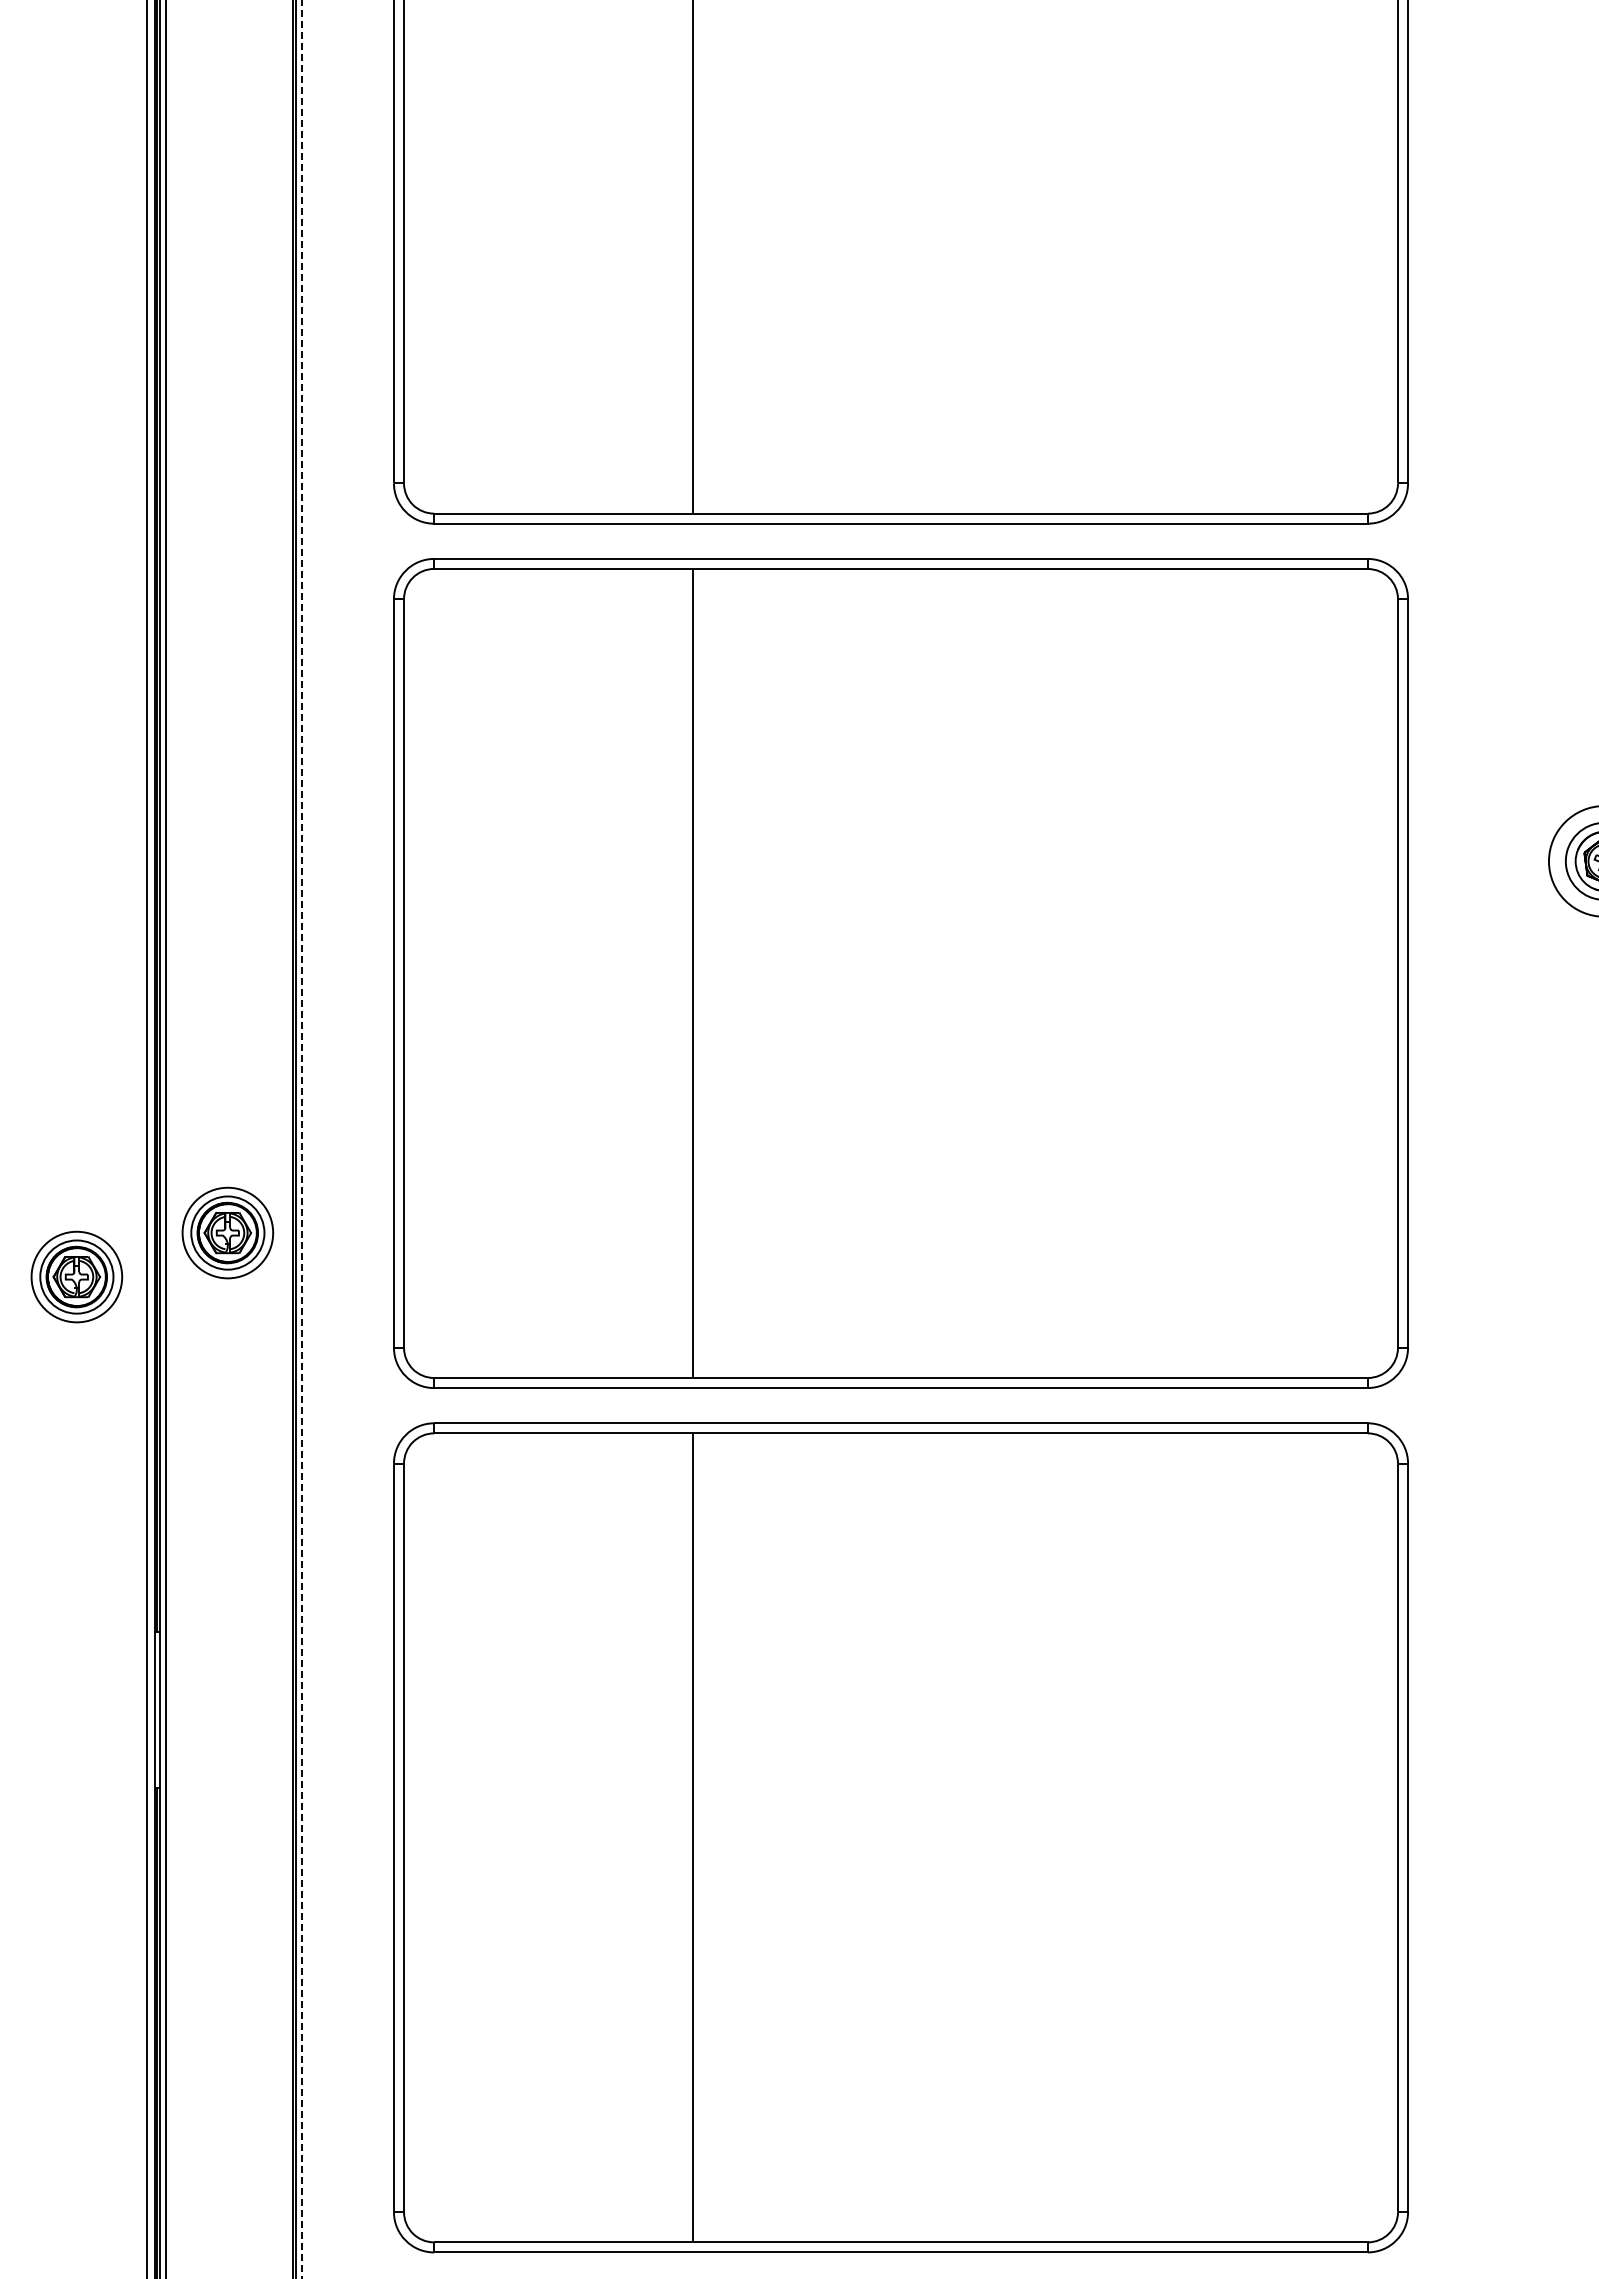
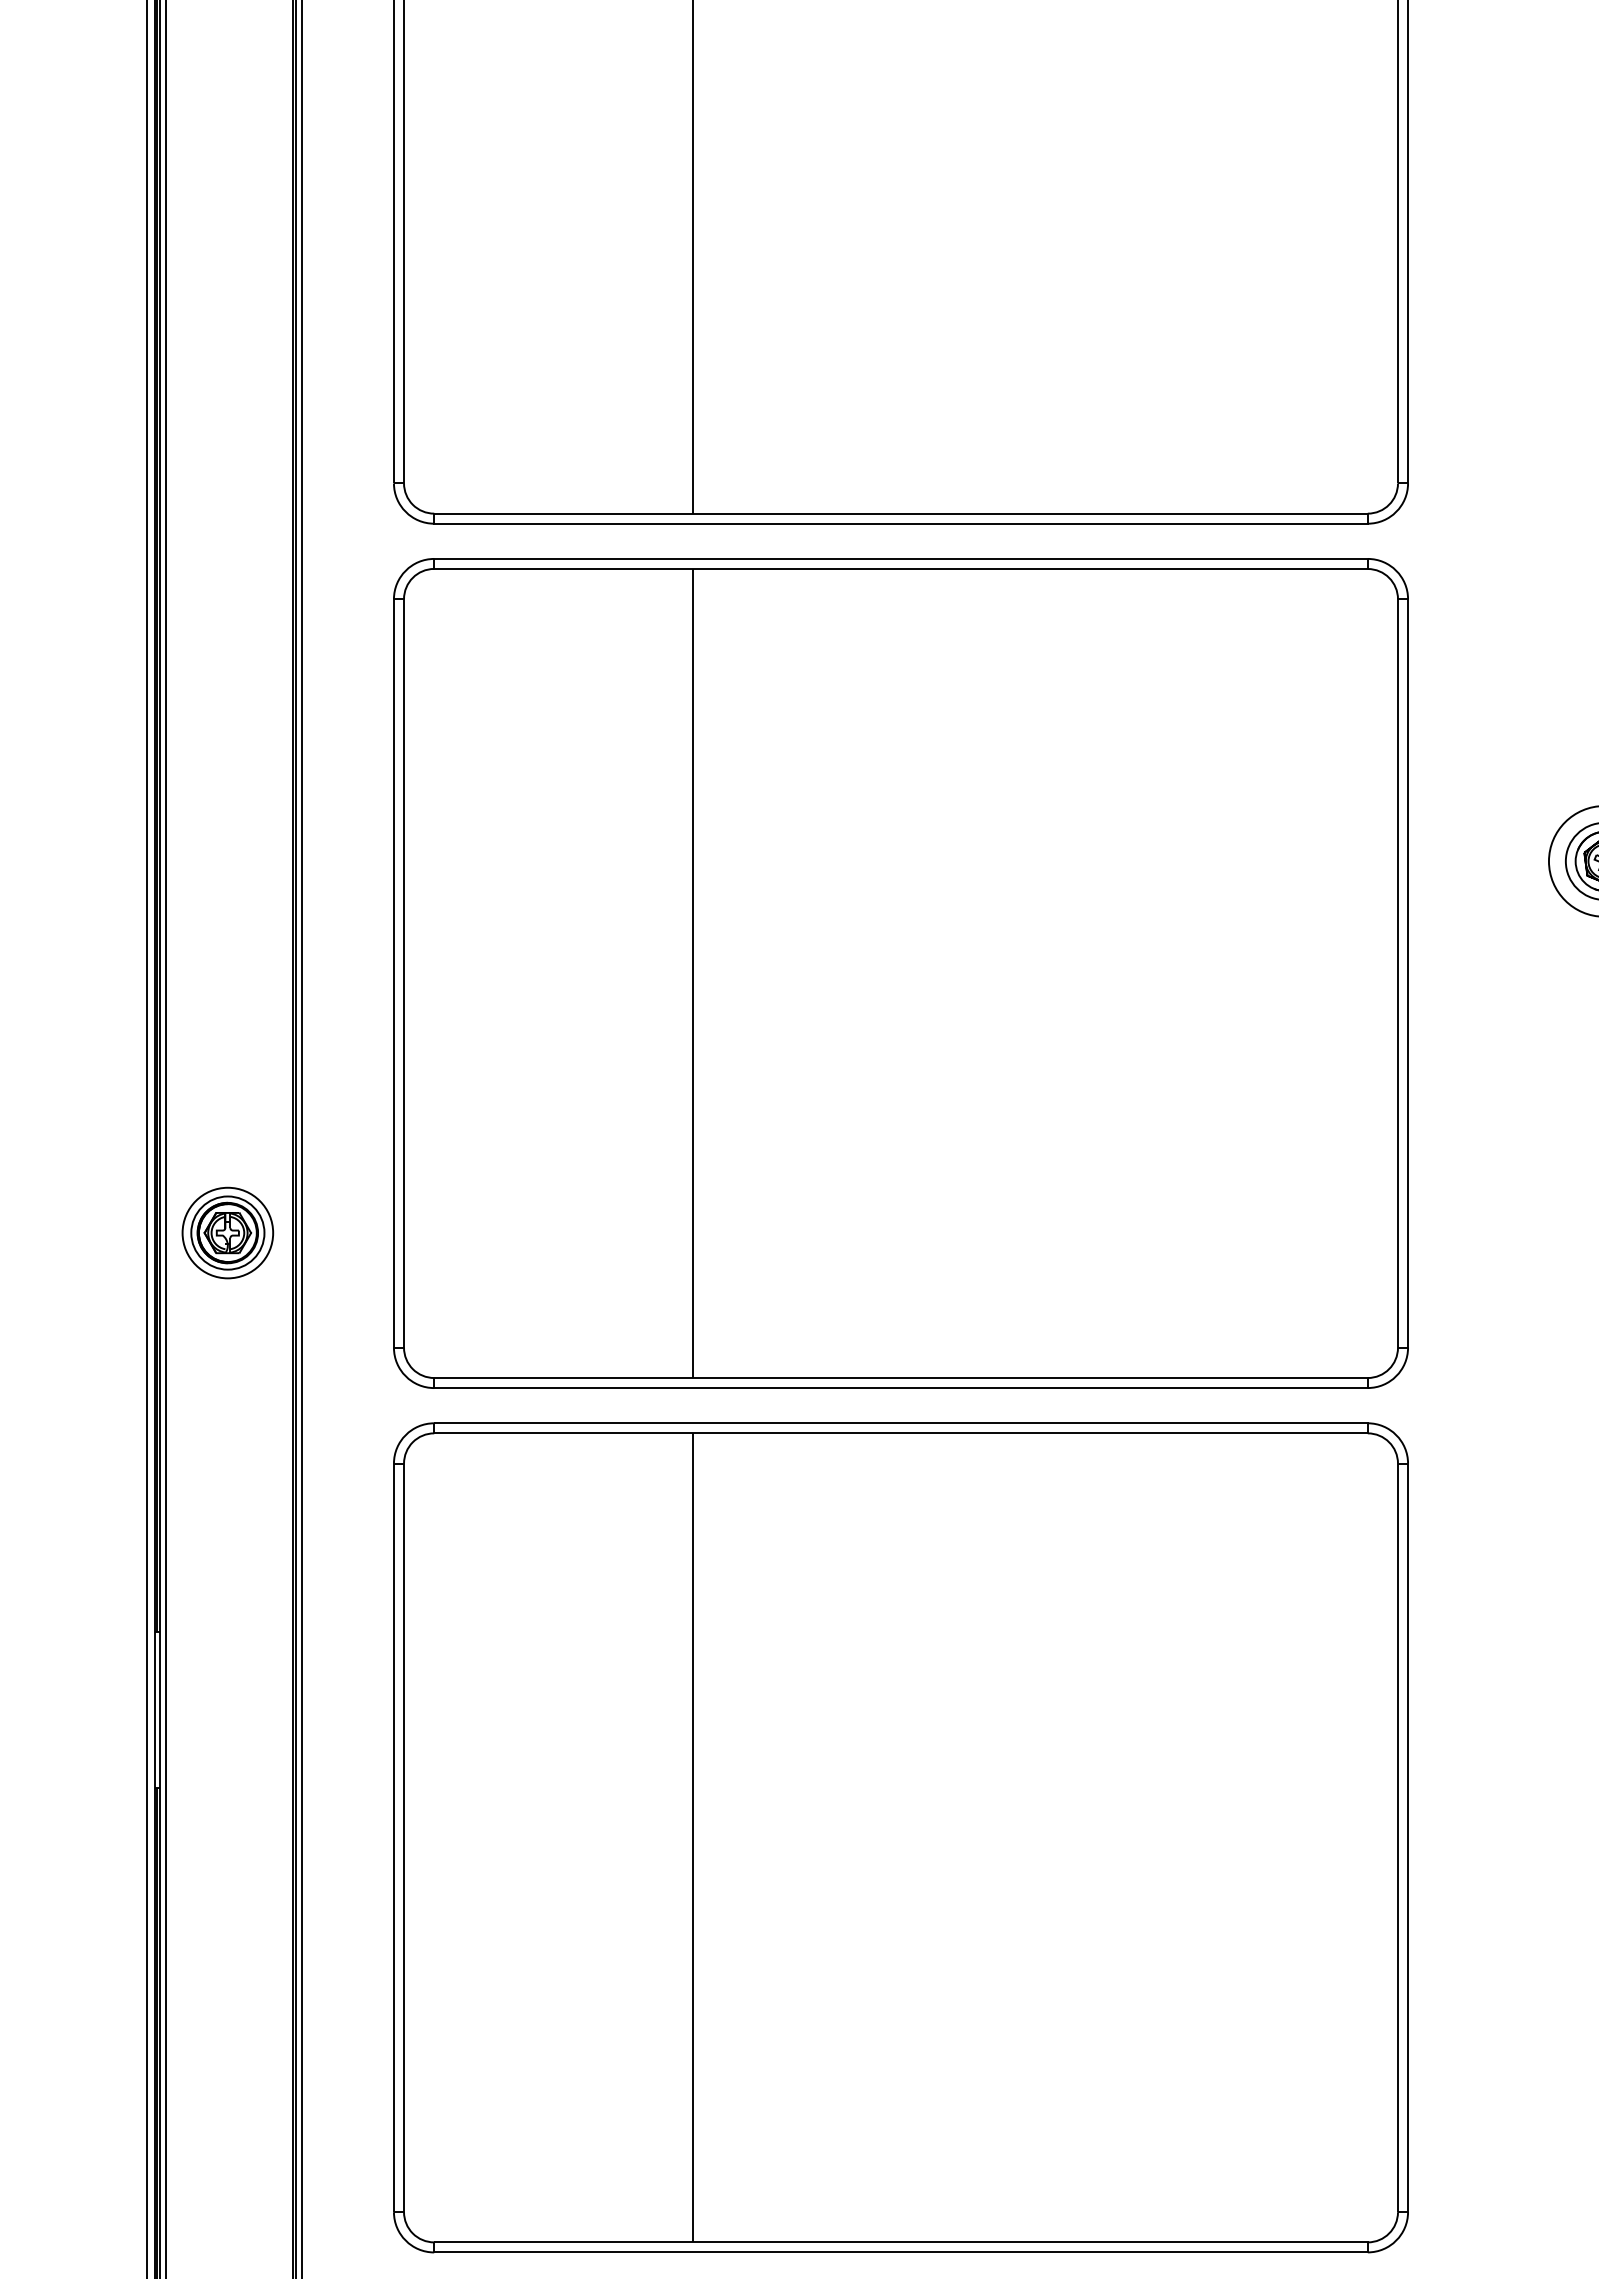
line at (302, 1139): dashed -> solid
part at (76, 1276): present -> none
